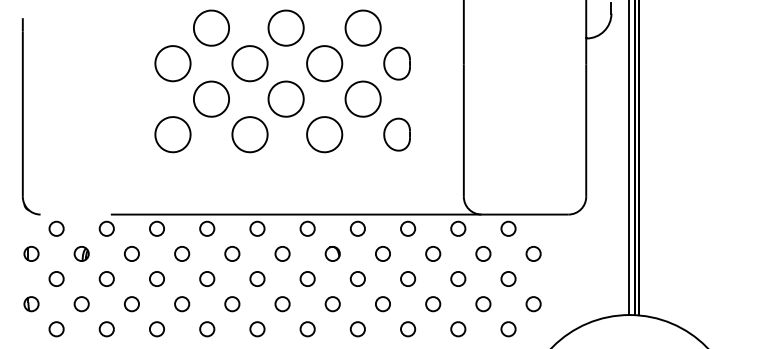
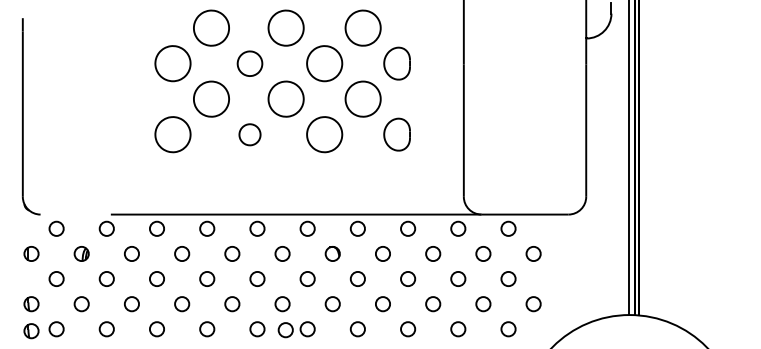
part at (249, 63) size: 38x38 px -> 28x27 px
part at (249, 134) size: 38x38 px -> 24x24 px
circle at (285, 330): none -> present
part at (31, 331): none -> present
